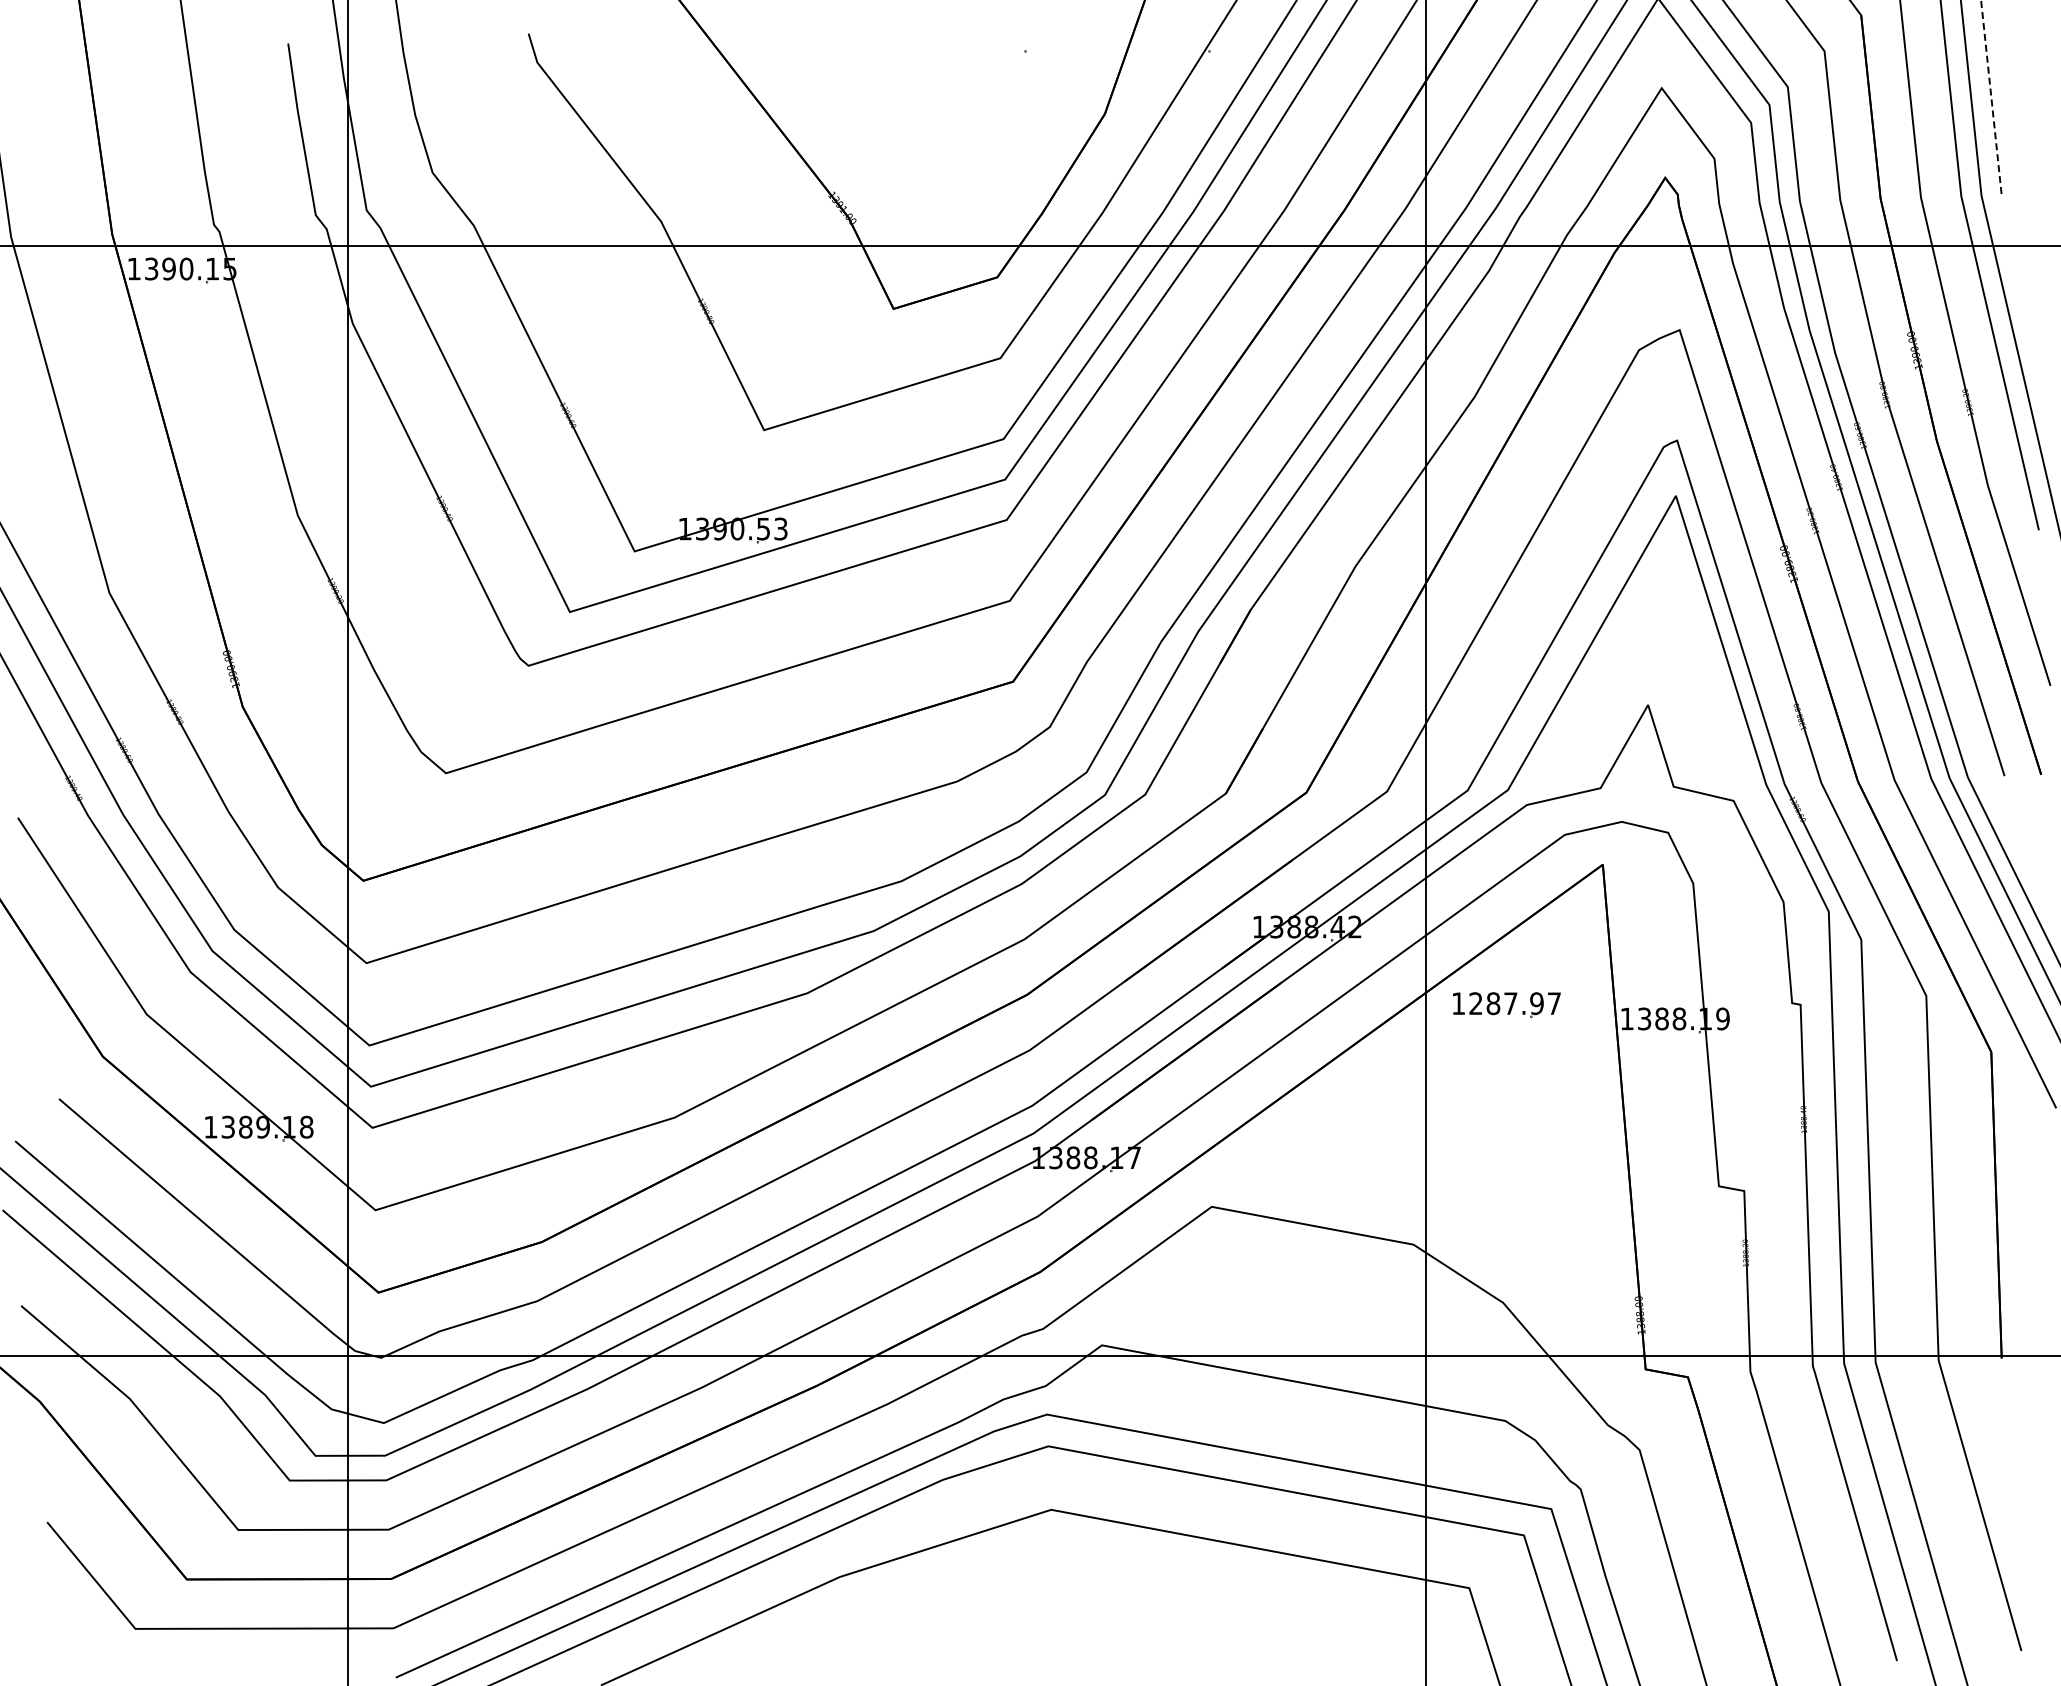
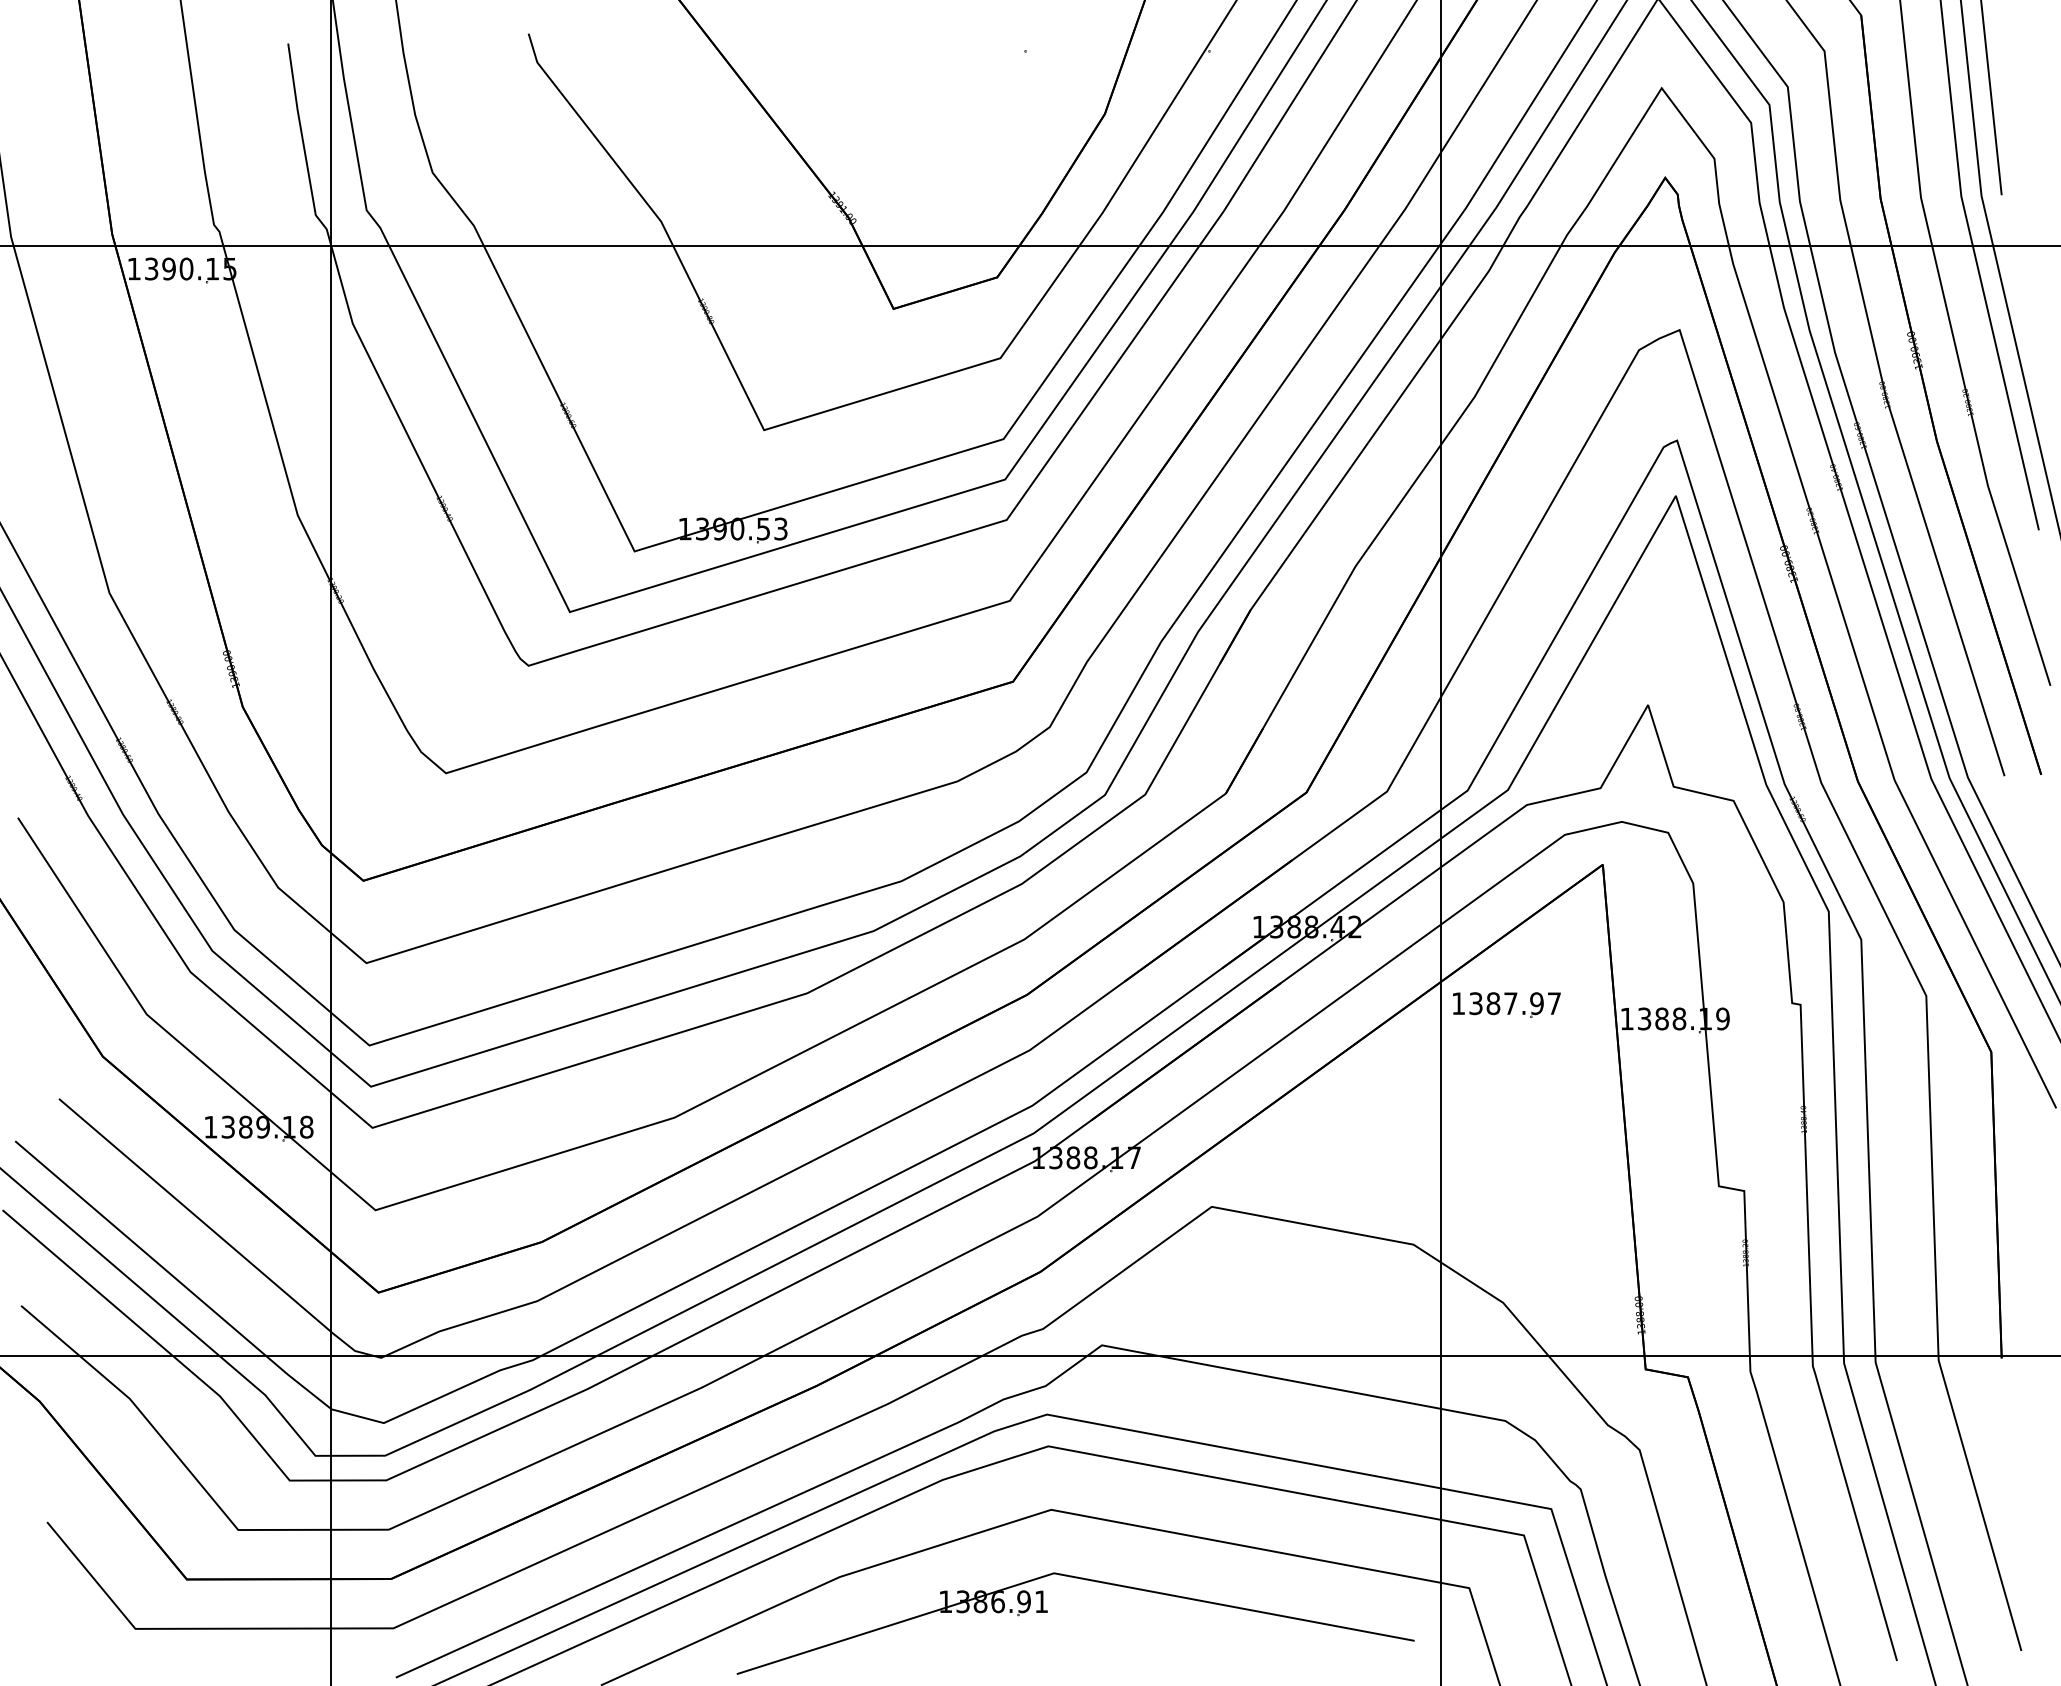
line at (1991, 98): dashed -> solid
line at (348, 842) position: (348, 842) -> (331, 842)
line at (1425, 842) position: (1425, 842) -> (1440, 842)
text at (1475, 1003): 1287.97 -> 1387.97
part at (1047, 1612): none -> present
